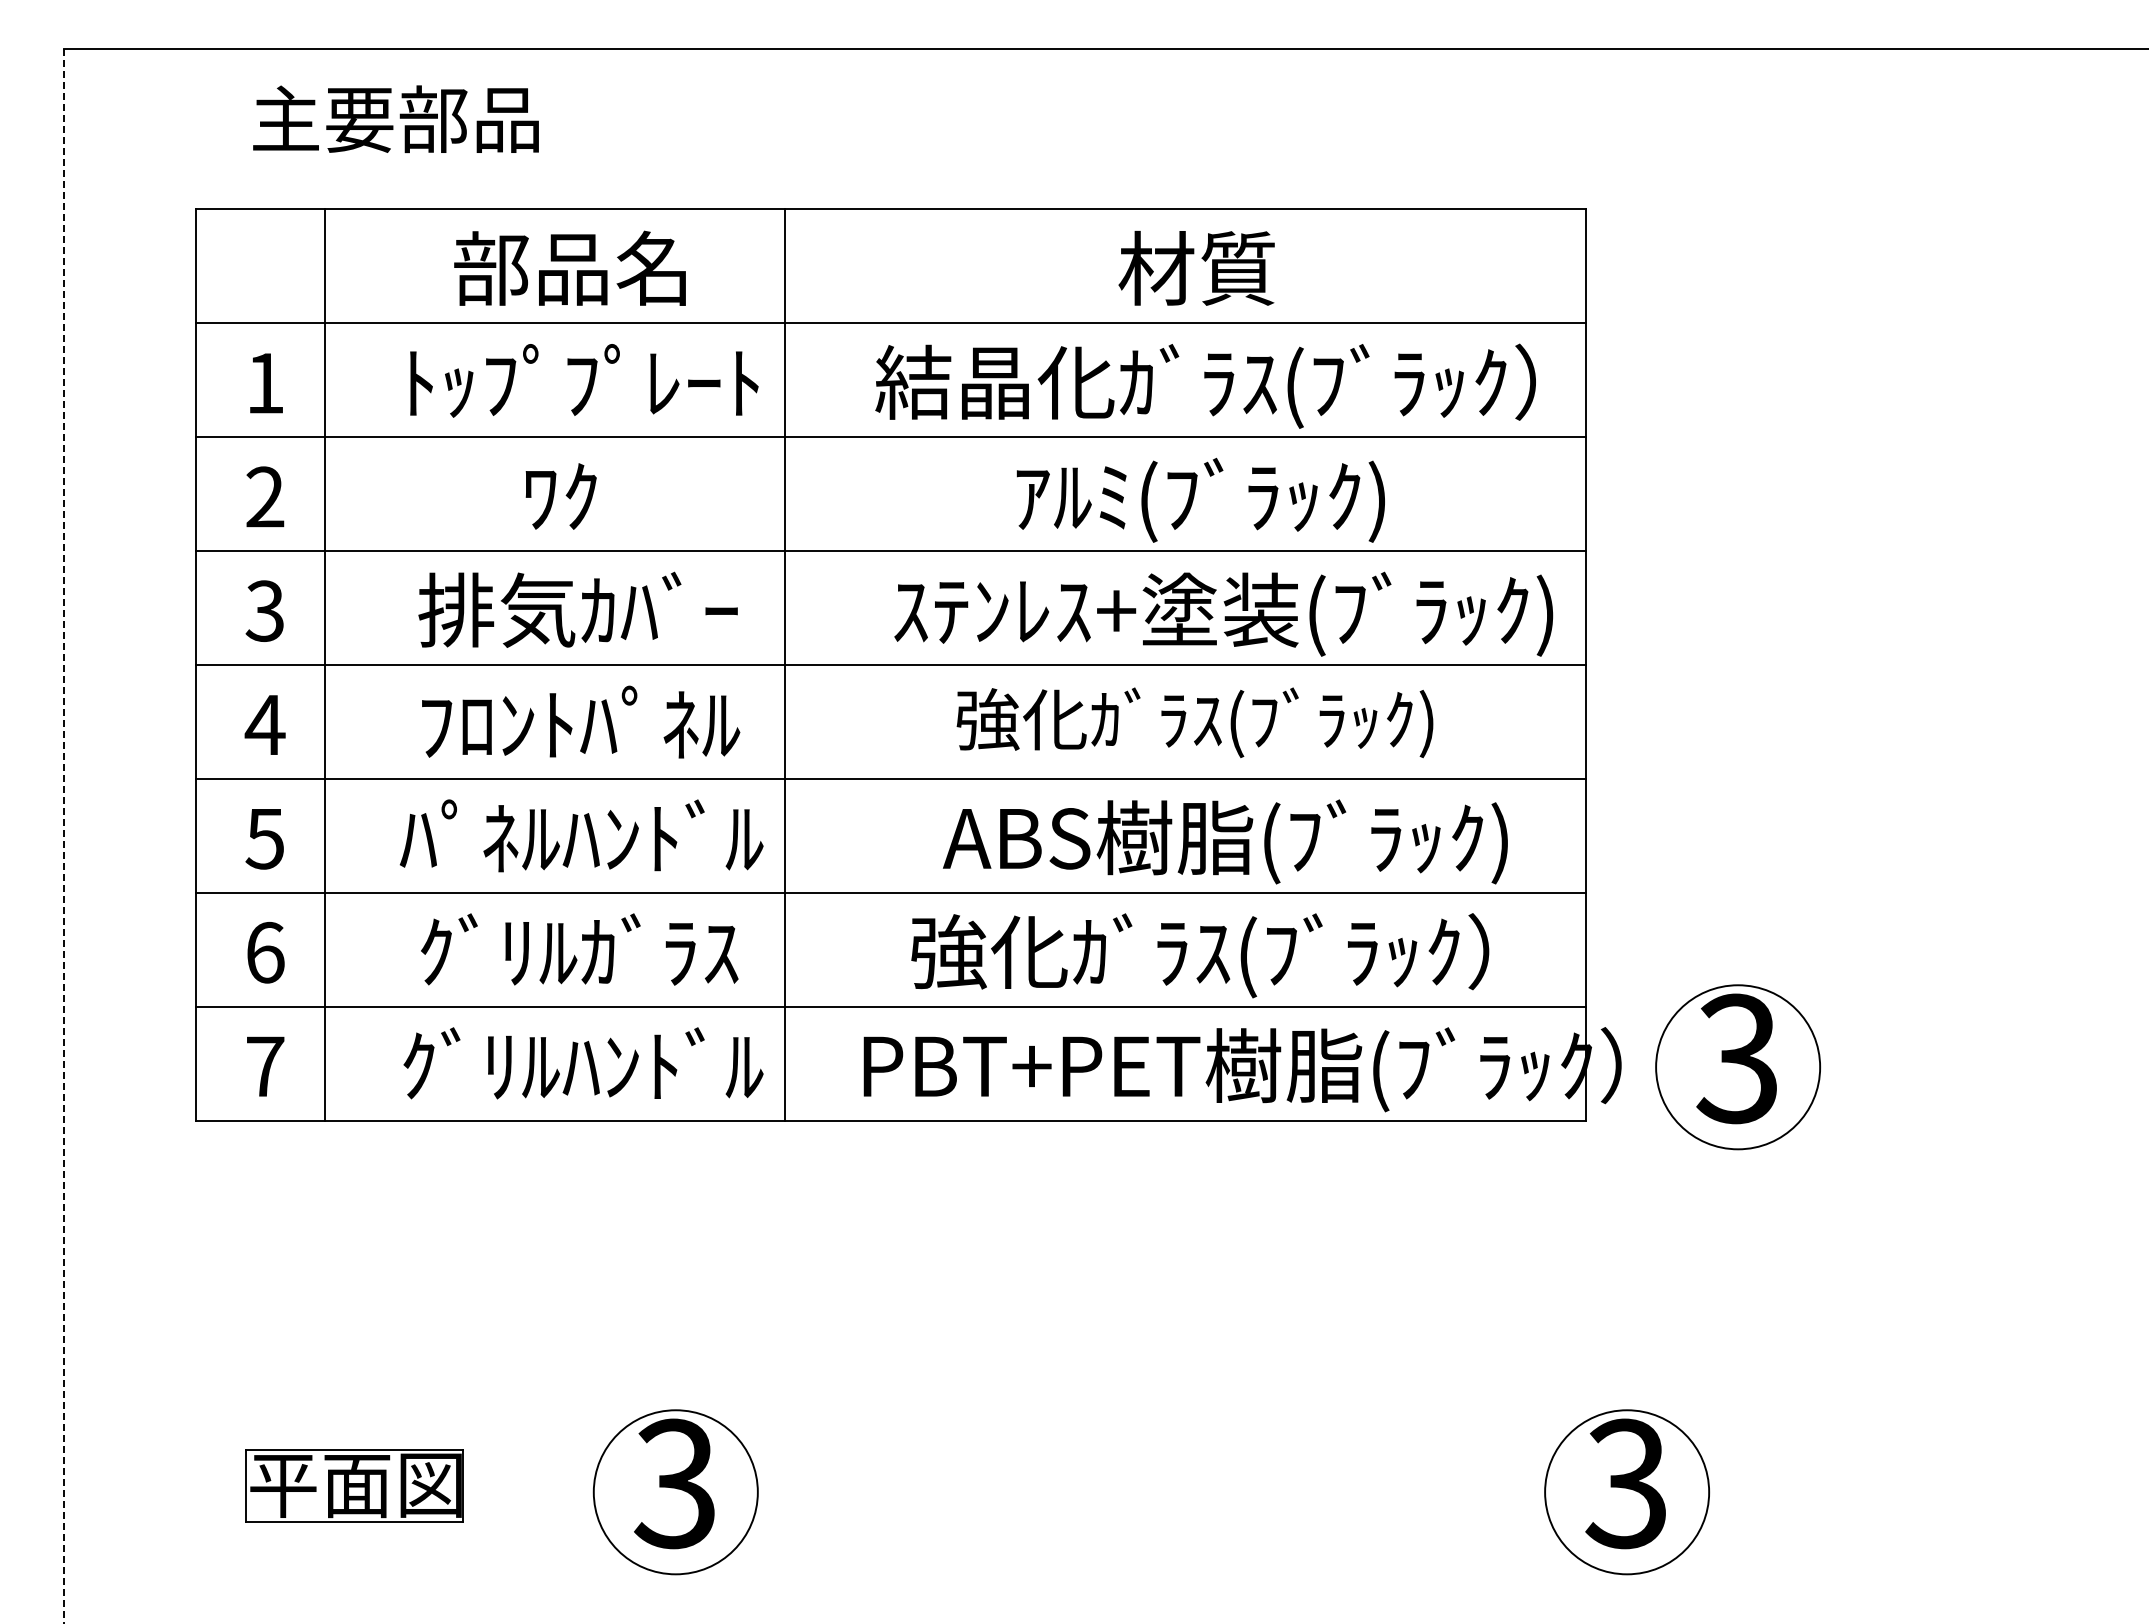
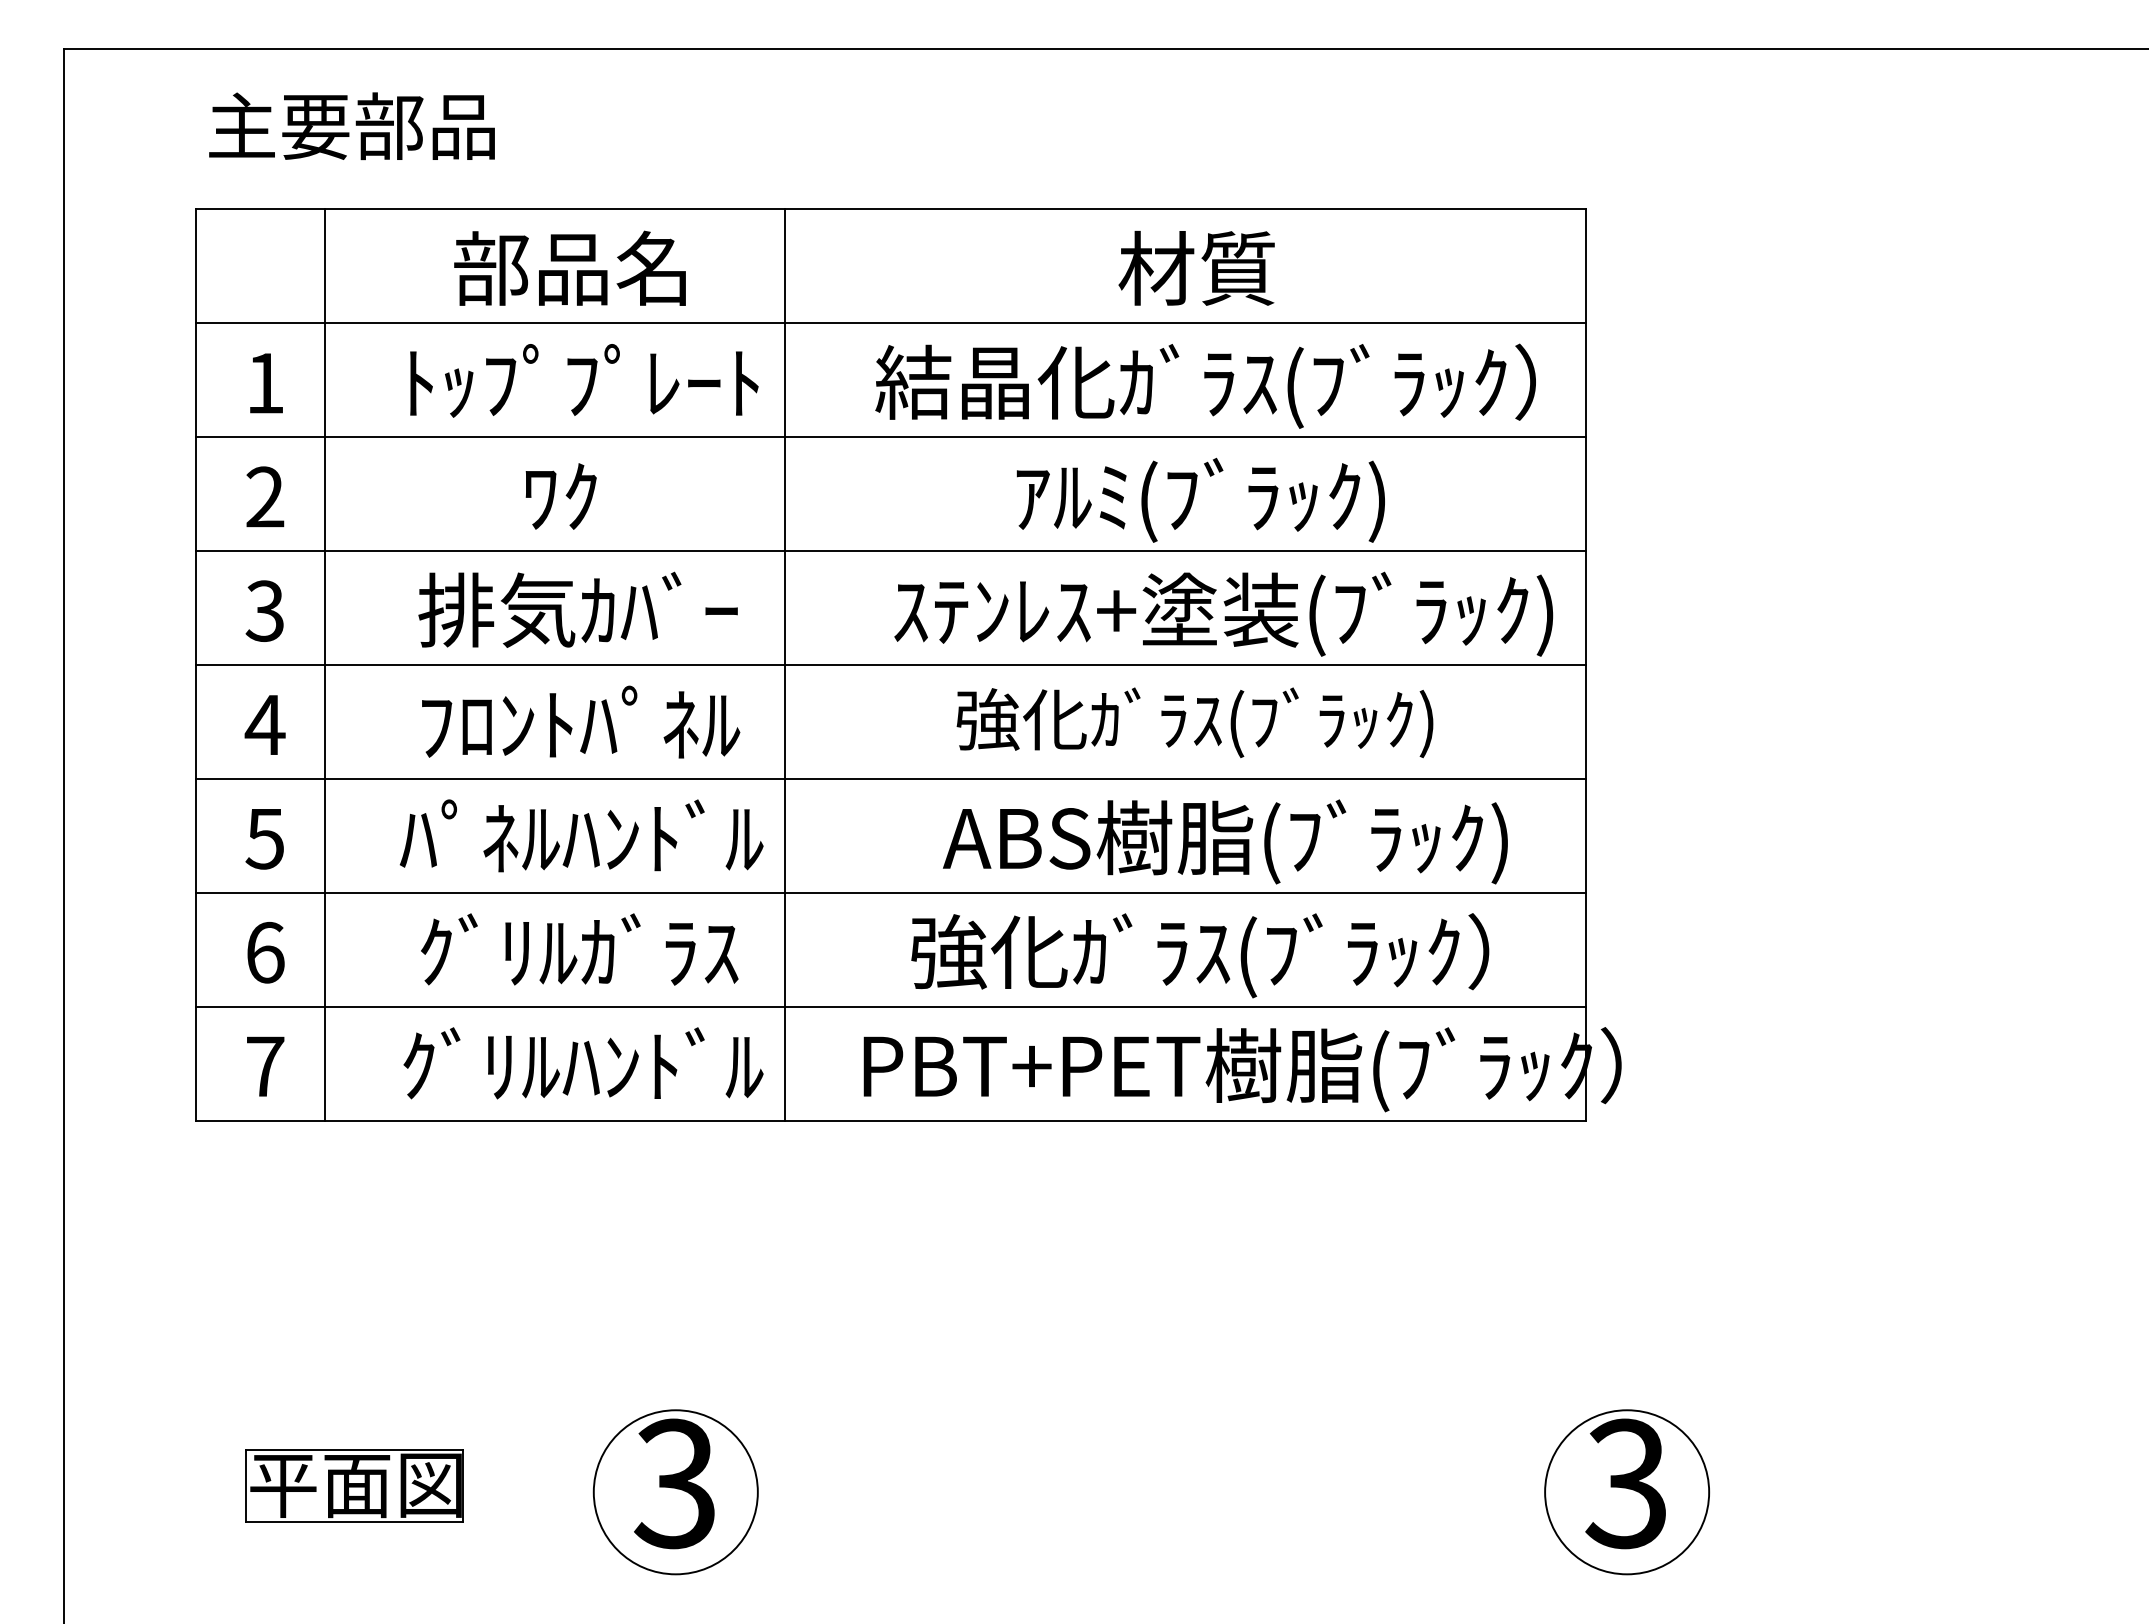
text at (395, 119) position: (395, 119) -> (351, 126)
line at (64, 836): dashed -> solid
part at (1737, 1067): present -> none
